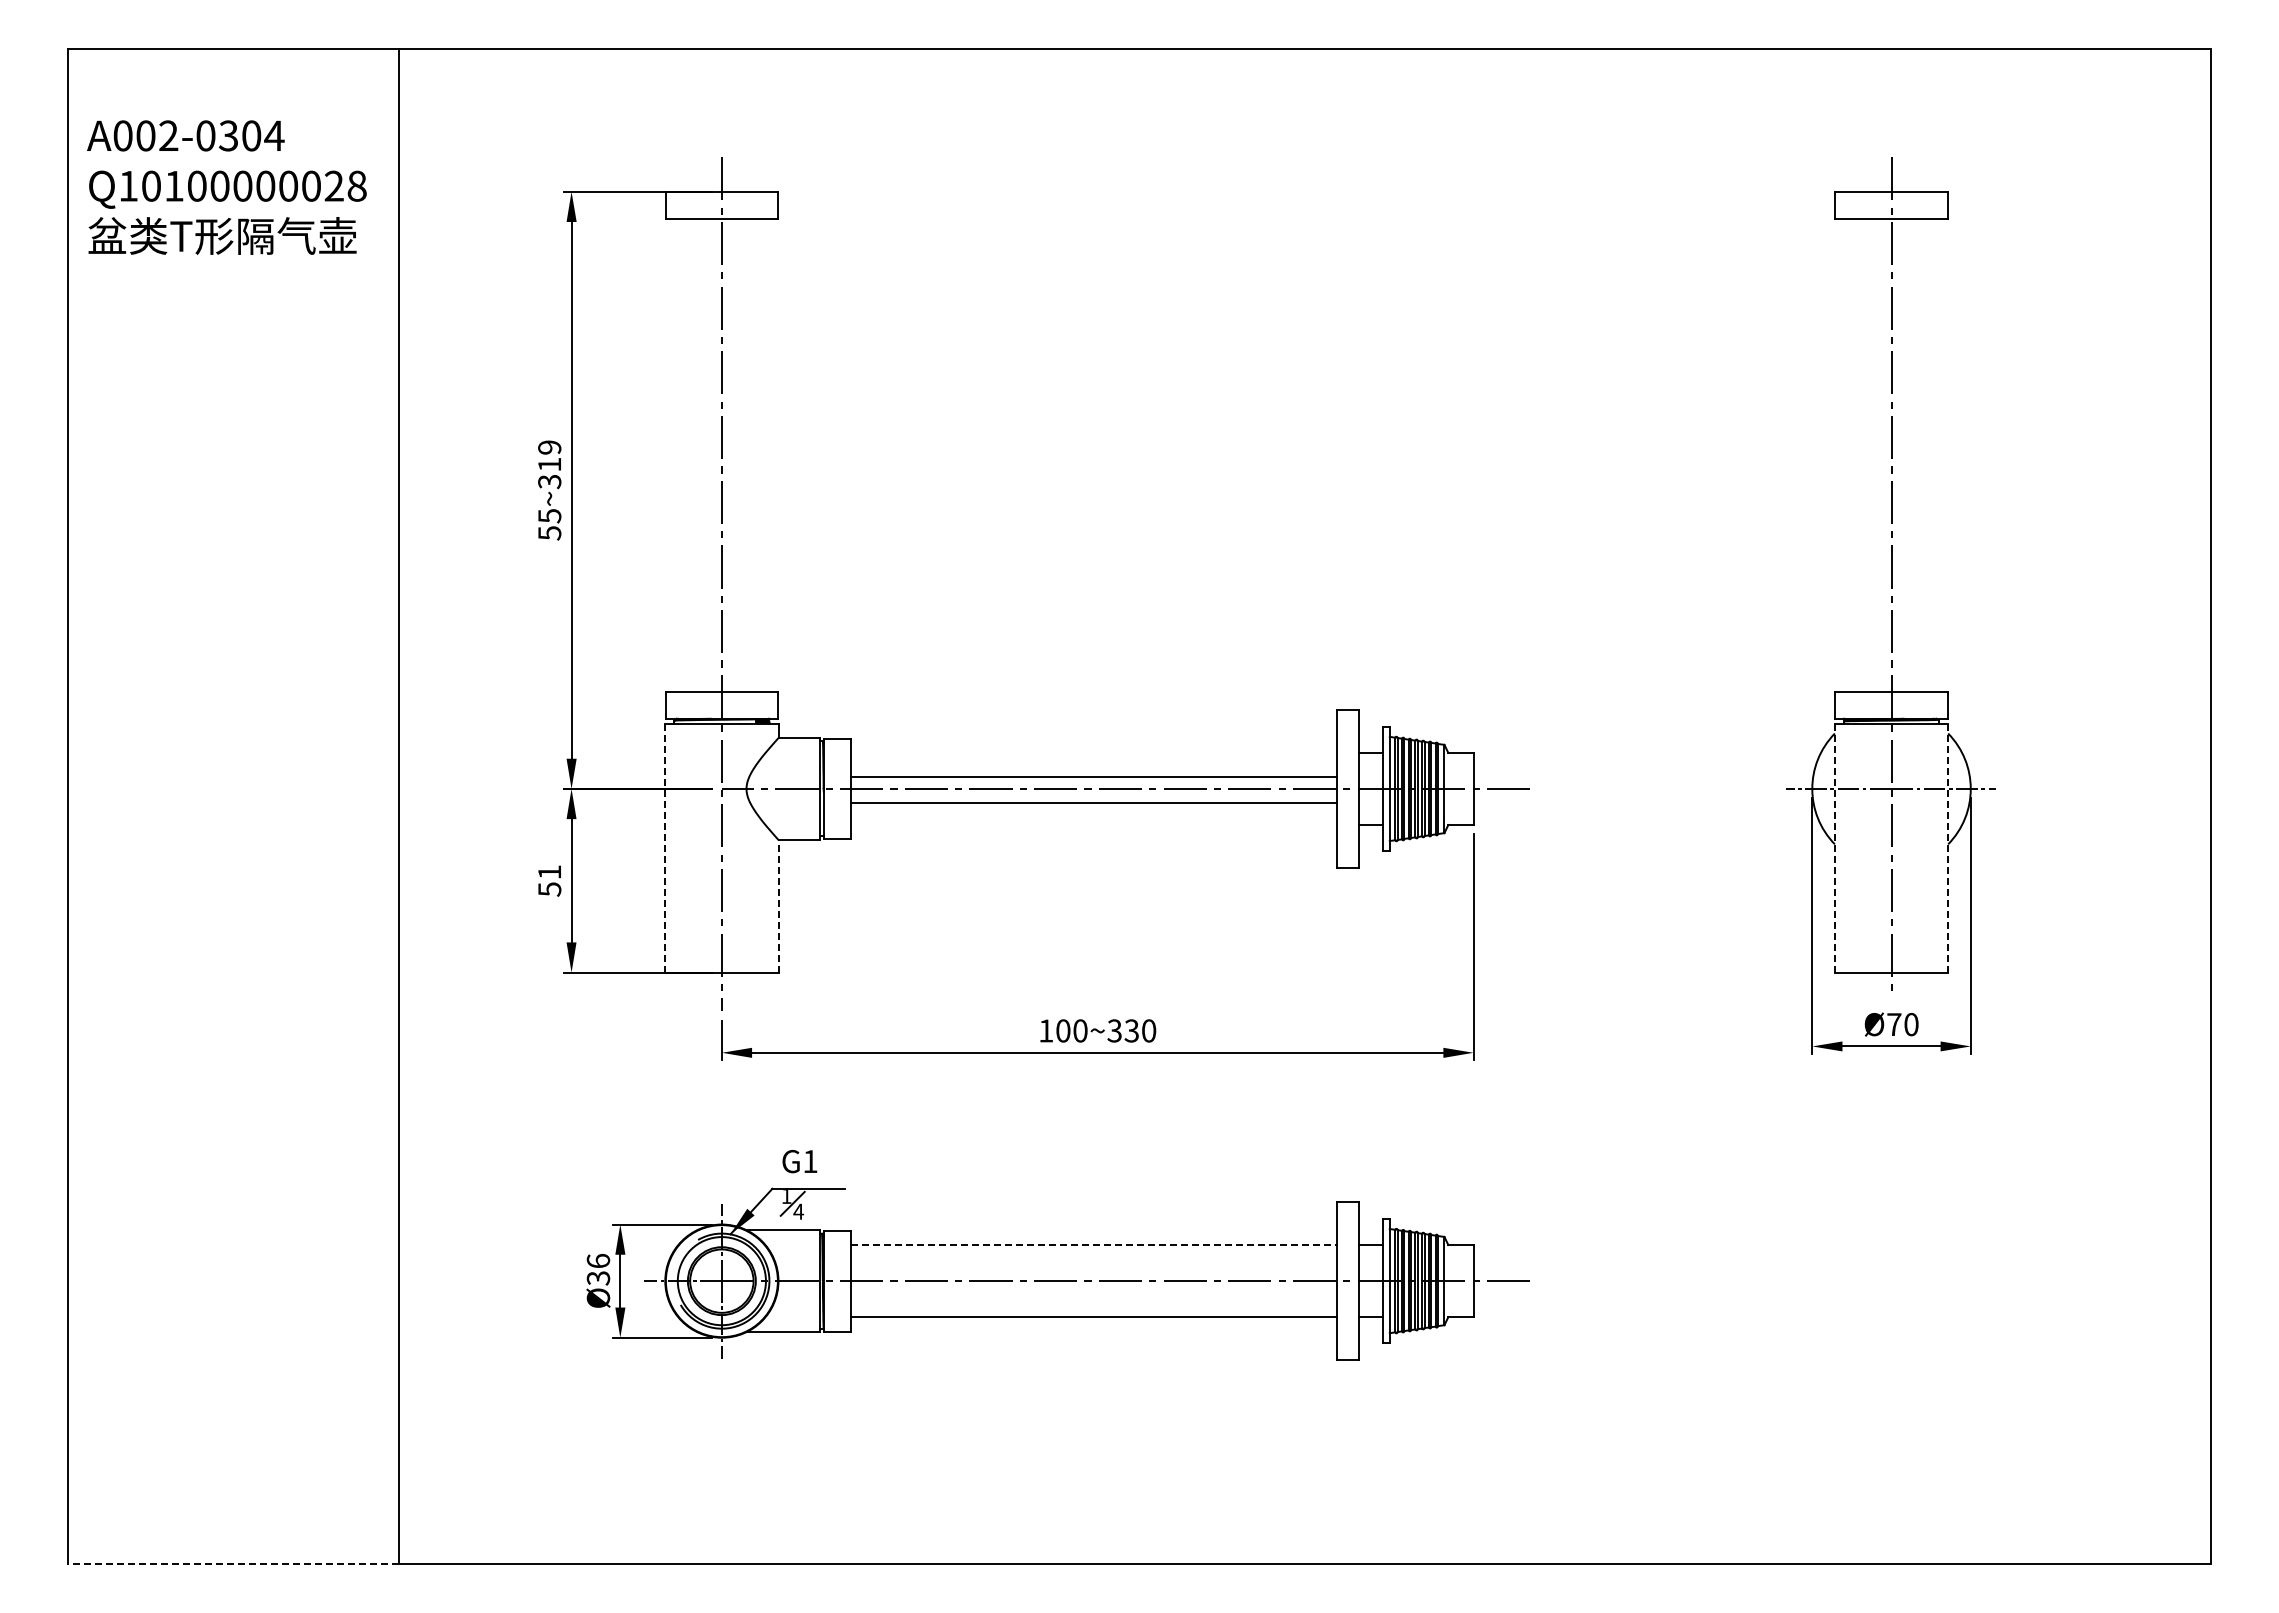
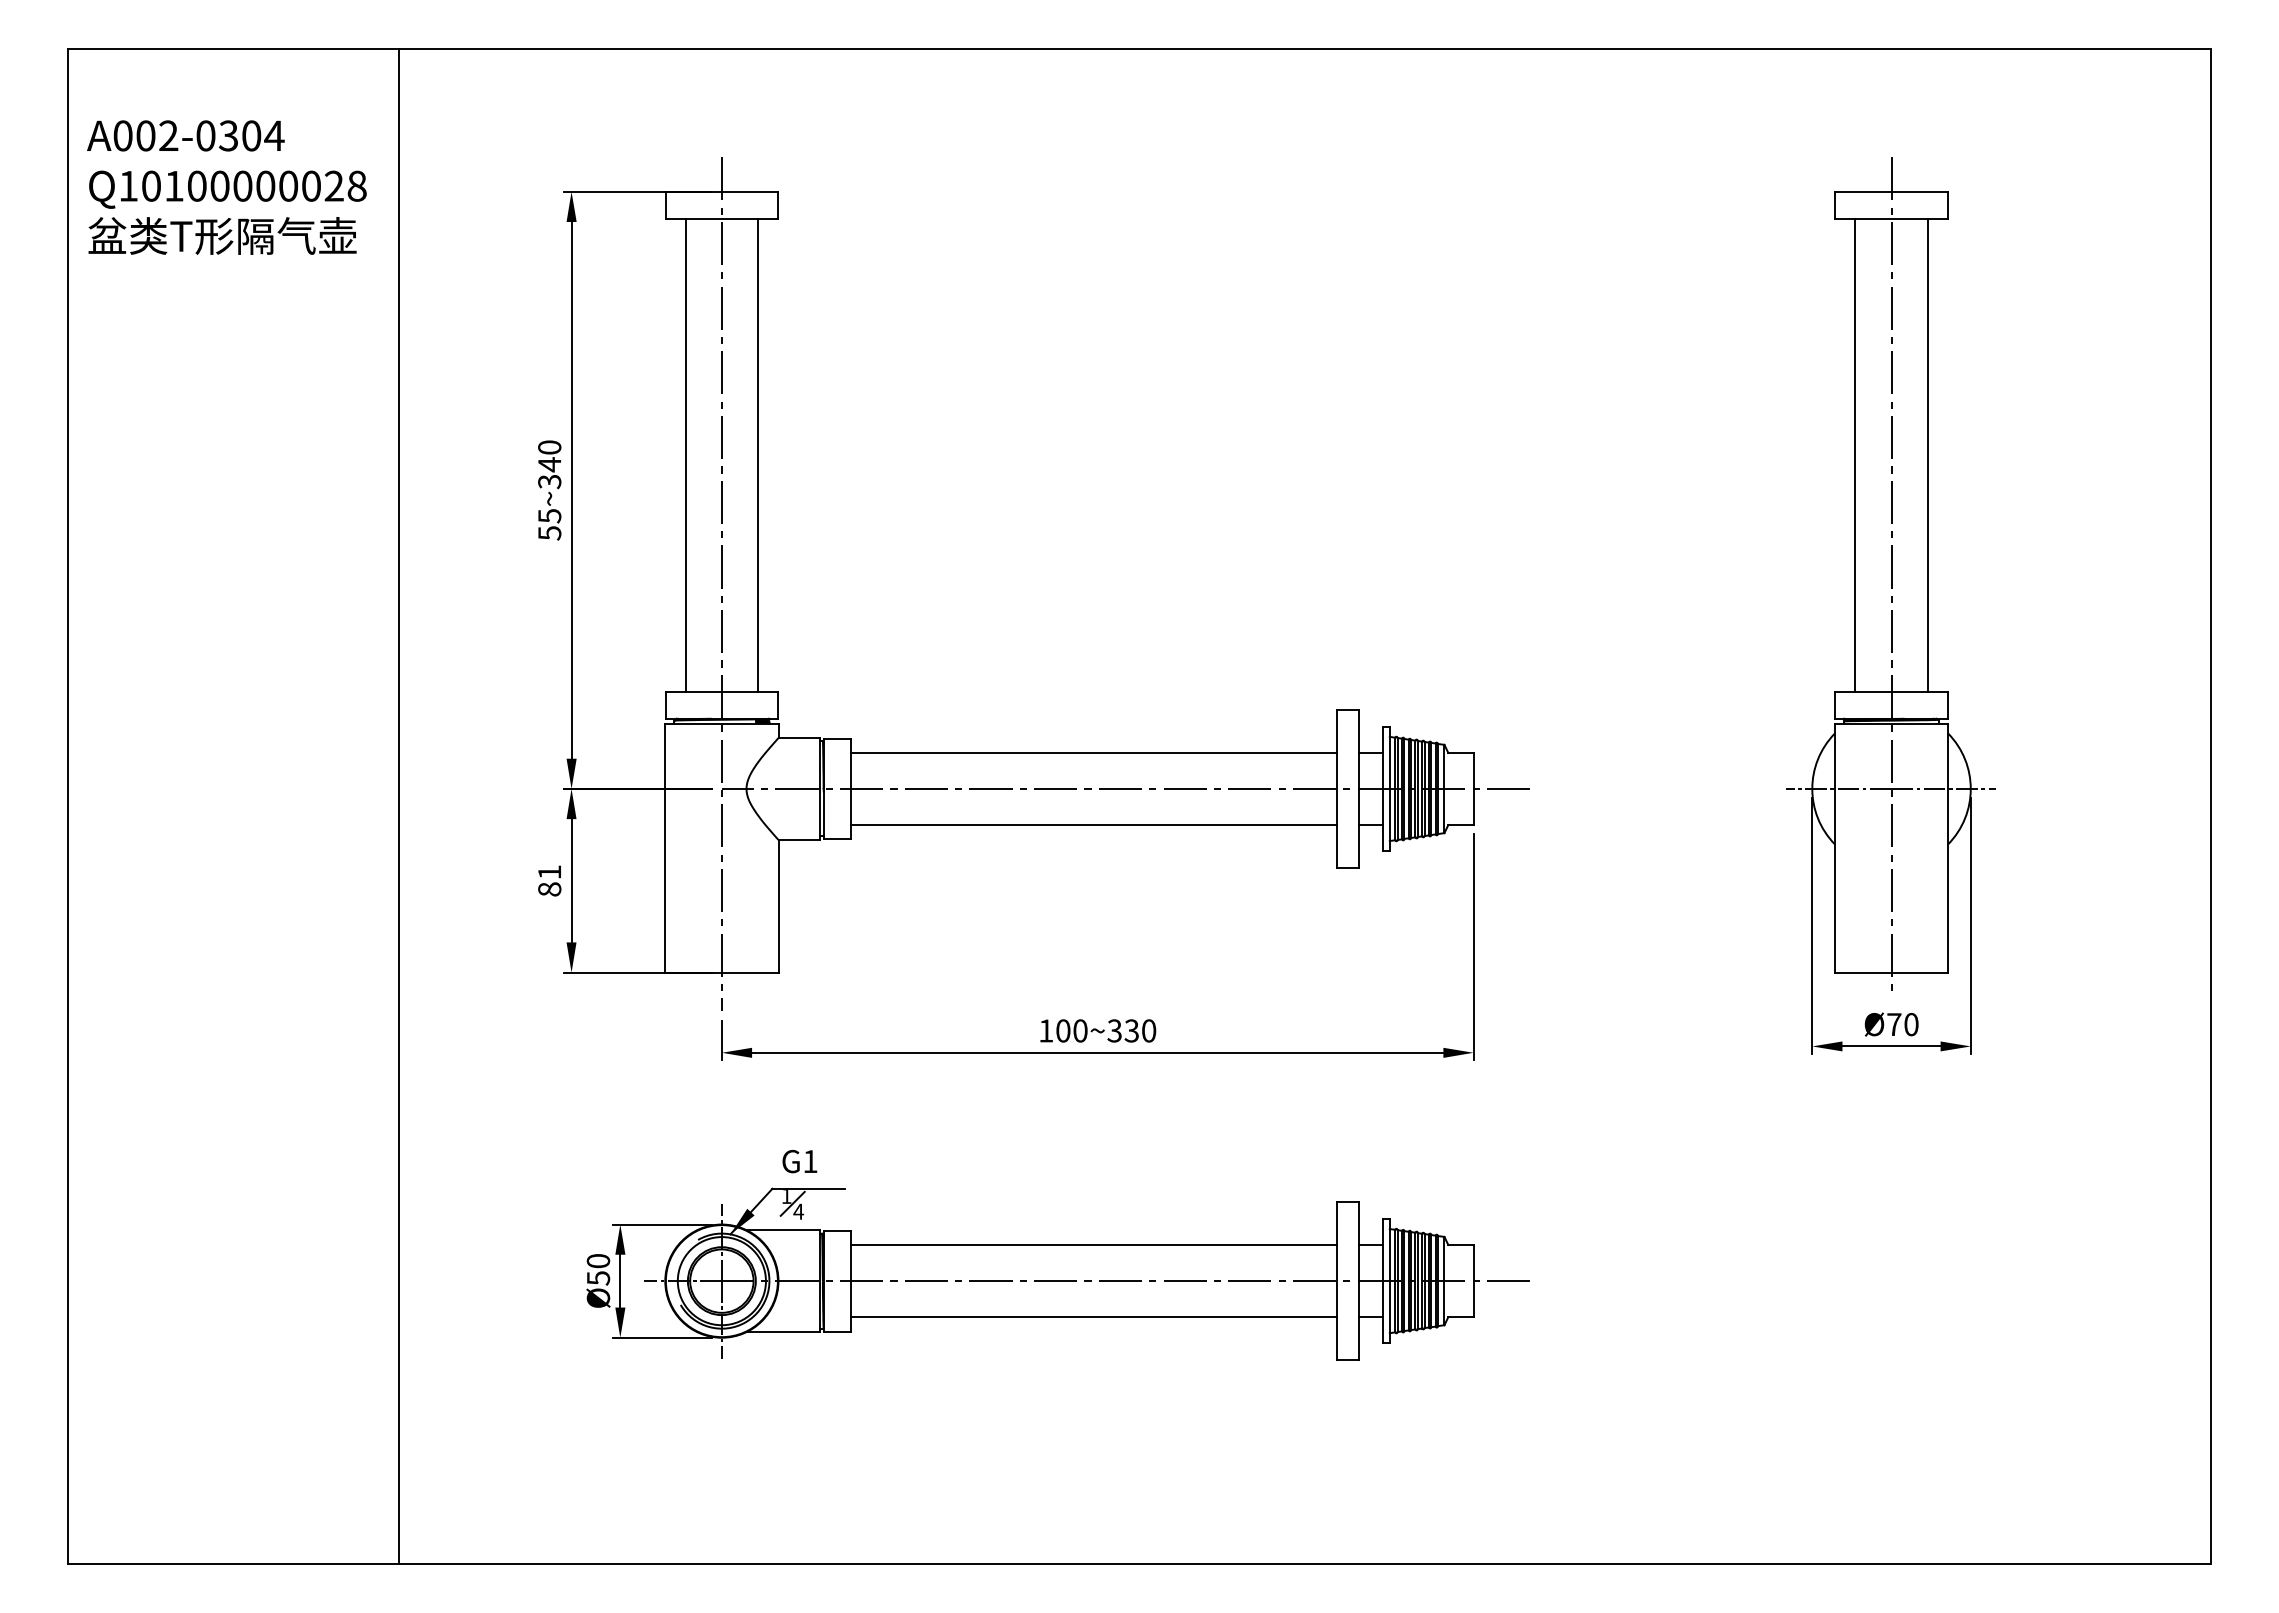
line at (685, 454): none -> present
line at (758, 454): none -> present
line at (1855, 454): none -> present
line at (1927, 454): none -> present
text at (549, 456): 319 -> 340
line at (1093, 777) position: (1093, 777) -> (1093, 753)
line at (1093, 803) position: (1093, 803) -> (1093, 825)
line at (665, 848): dashed -> solid
line at (1834, 849): dashed -> solid
line at (1948, 849): dashed -> solid
text at (549, 889): 51 -> 81
line at (778, 905): dashed -> solid
line at (1093, 1245): dashed -> solid
text at (598, 1269): Ø36 -> Ø50
line at (233, 1564): dashed -> solid
